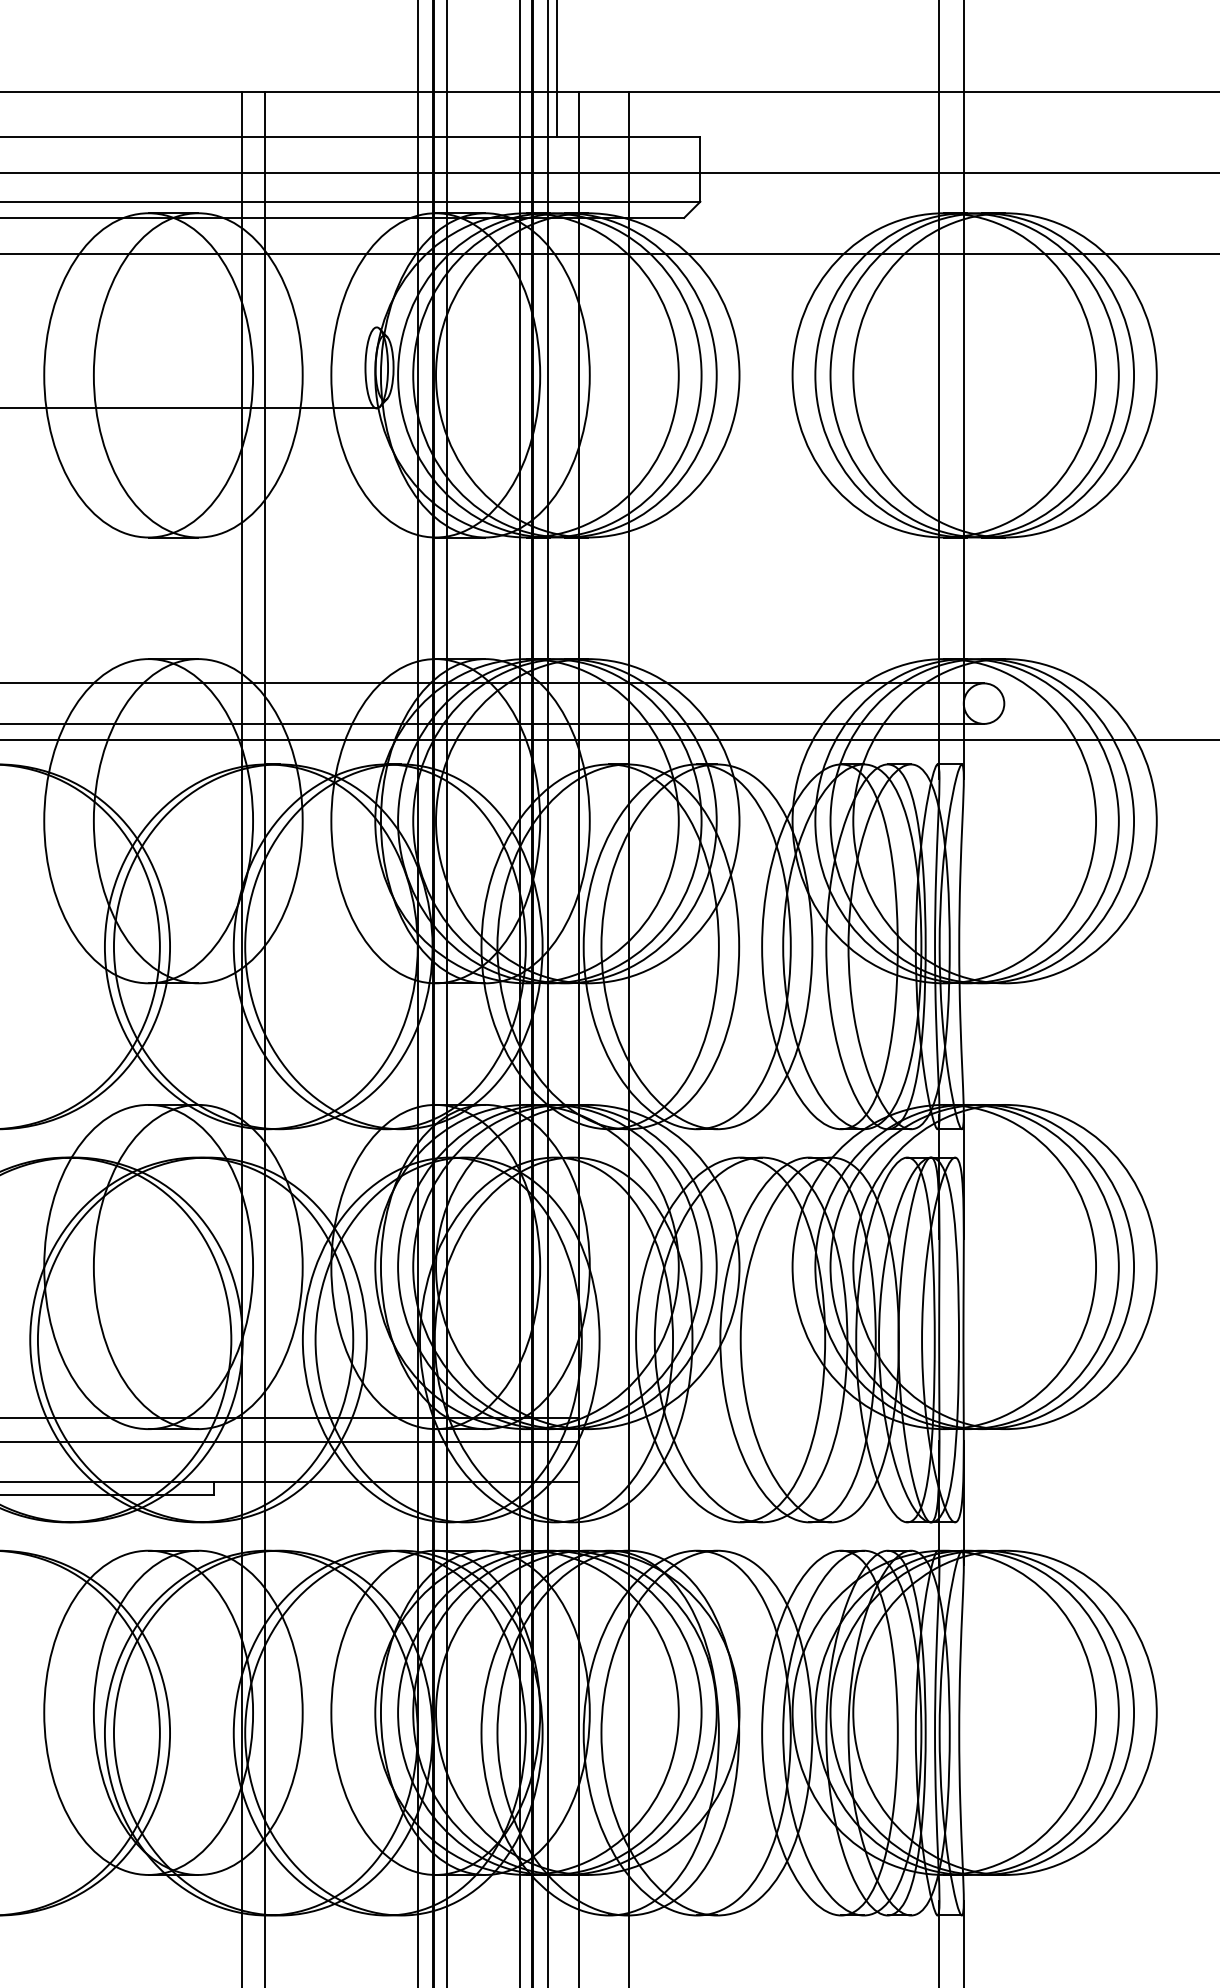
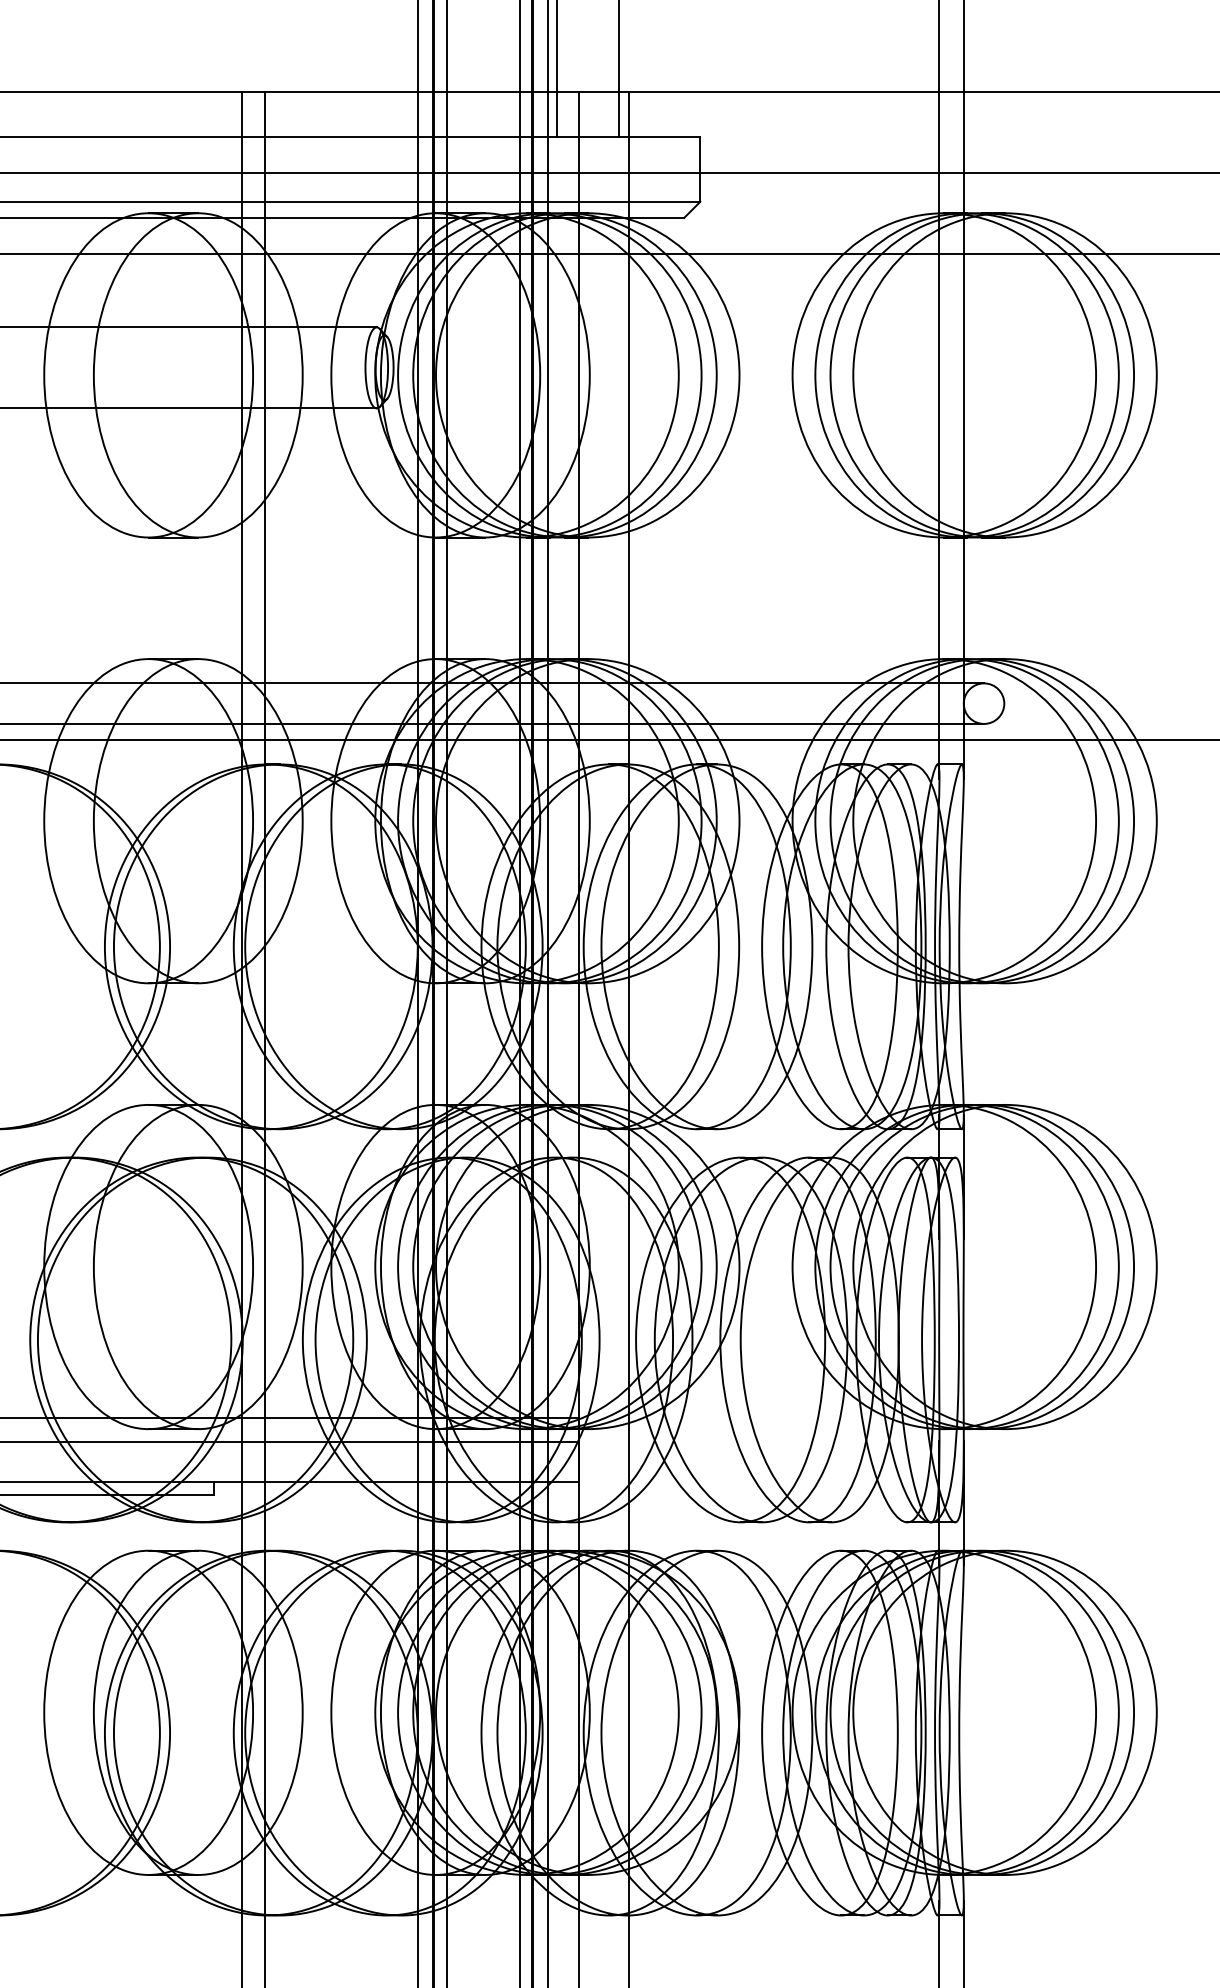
line at (619, 69): none -> present
line at (189, 327): none -> present
